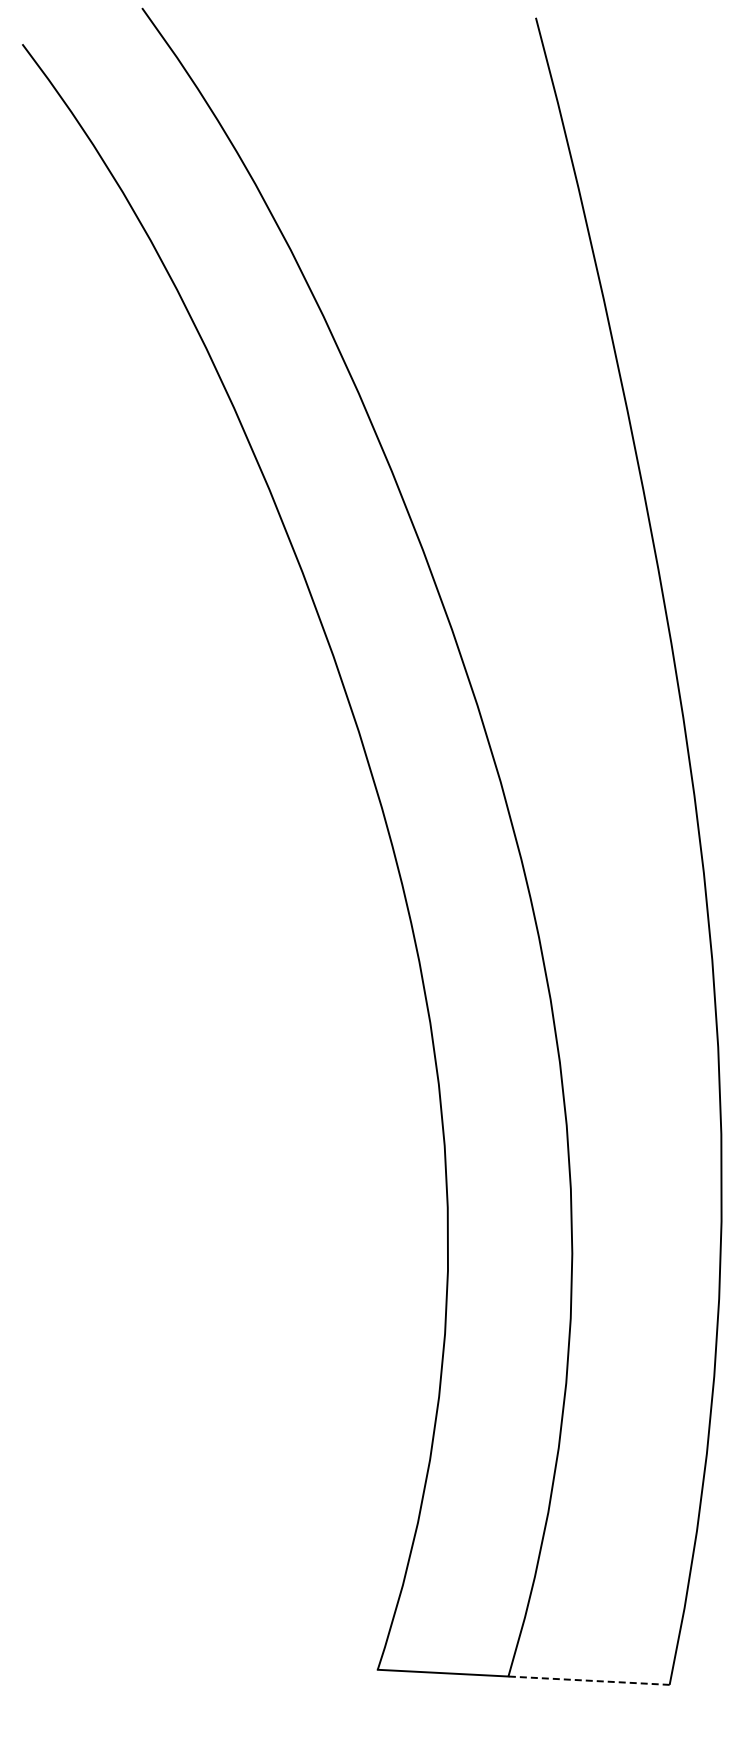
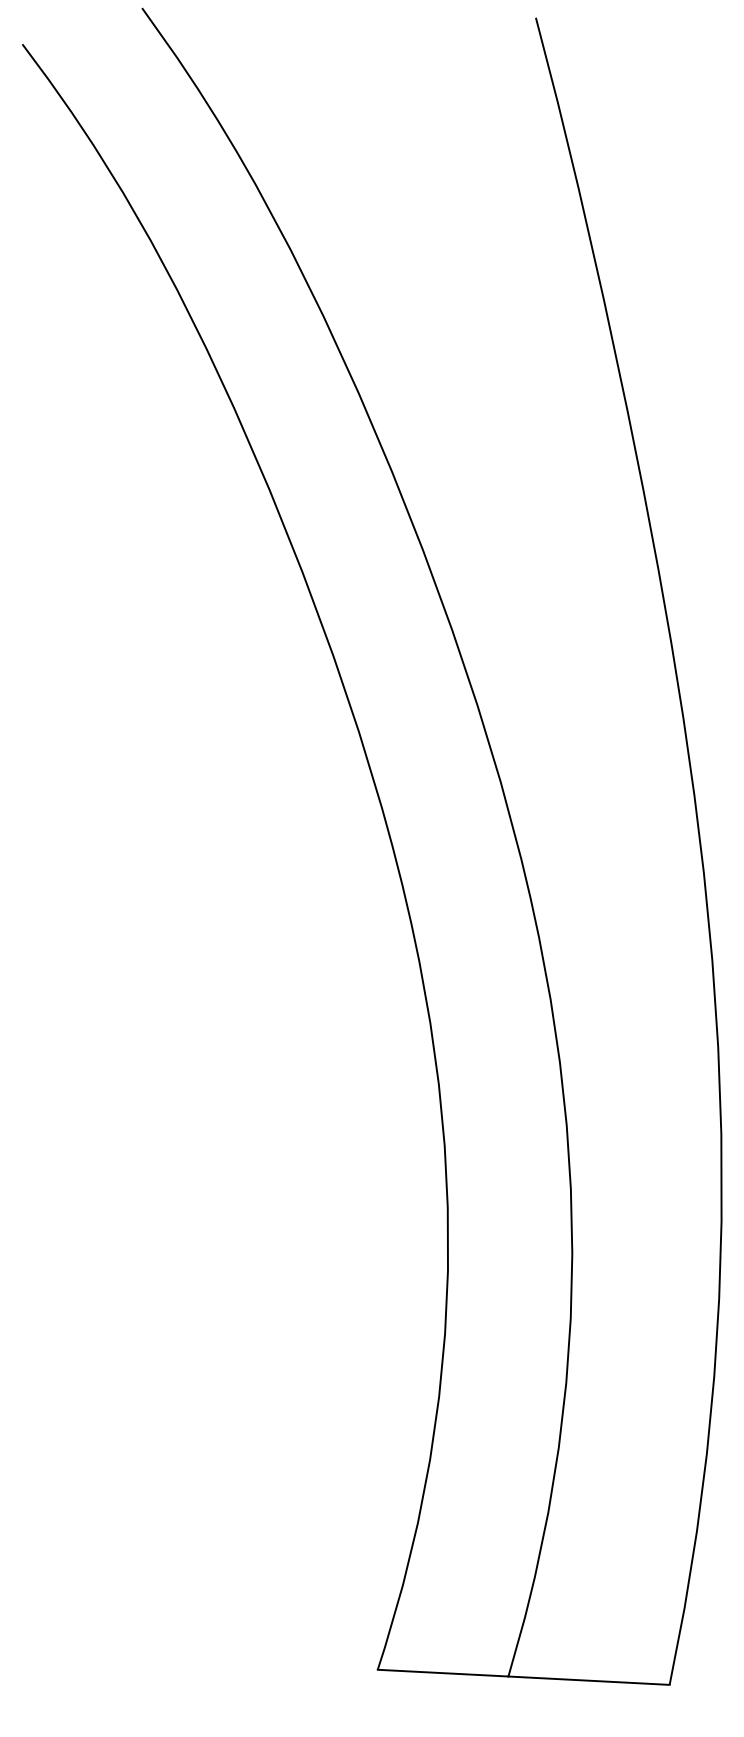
line at (589, 1680): dashed -> solid
